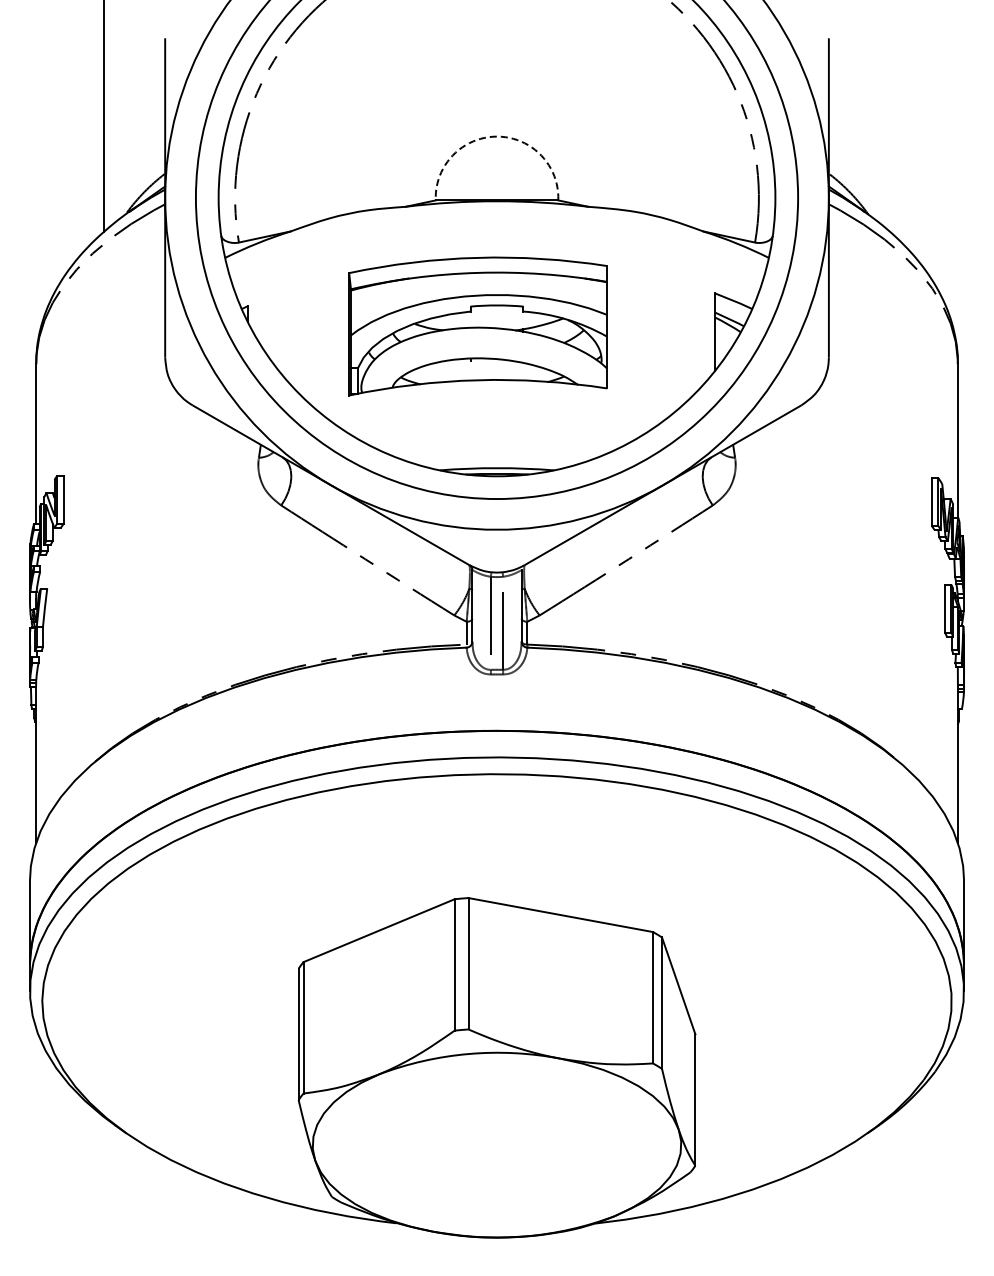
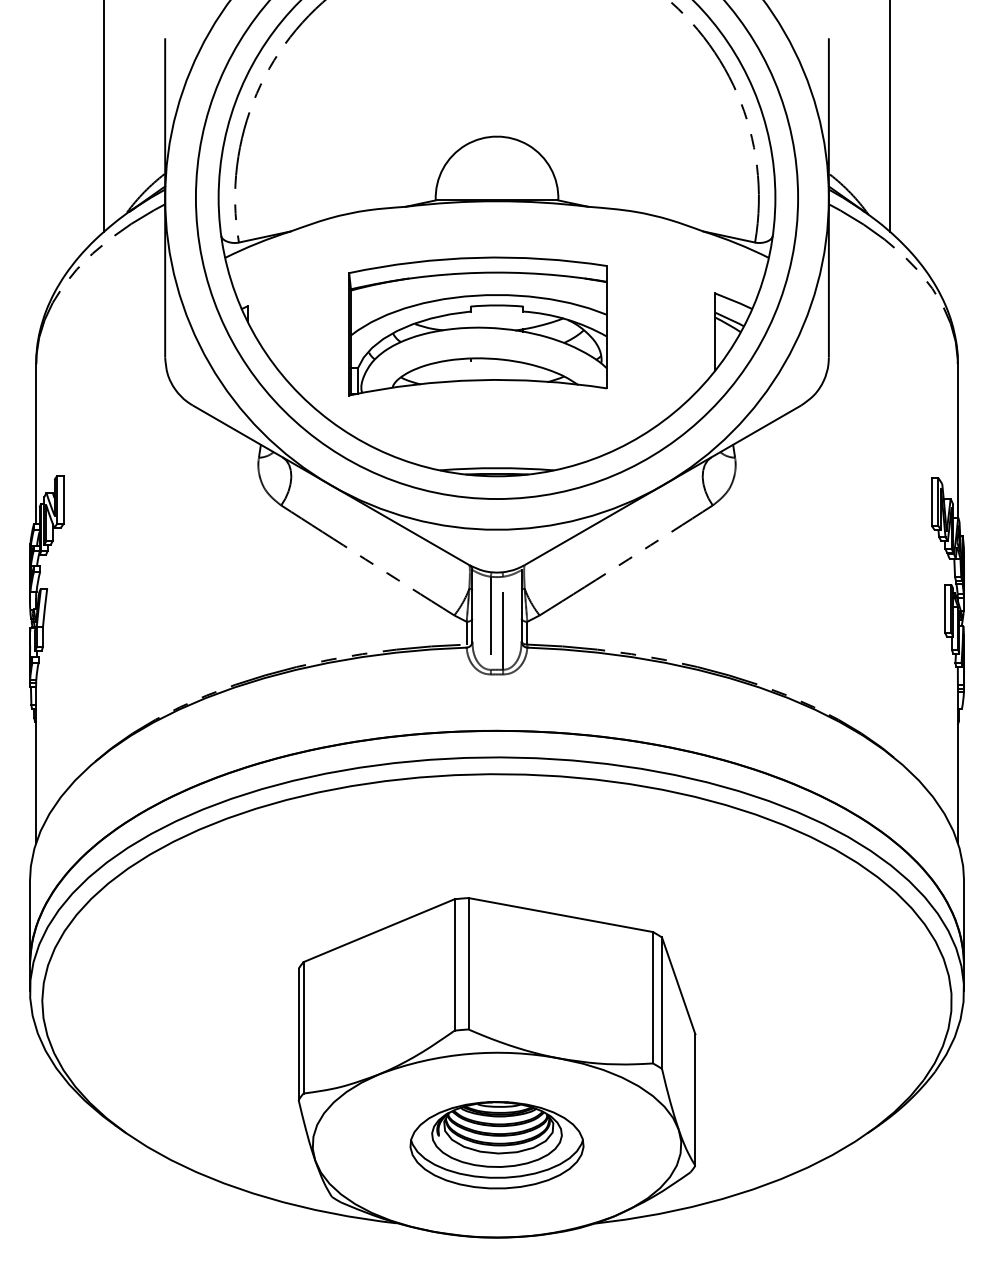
line at (890, 117): none -> present
arc at (497, 136): dashed -> solid
part at (496, 1145): none -> present
